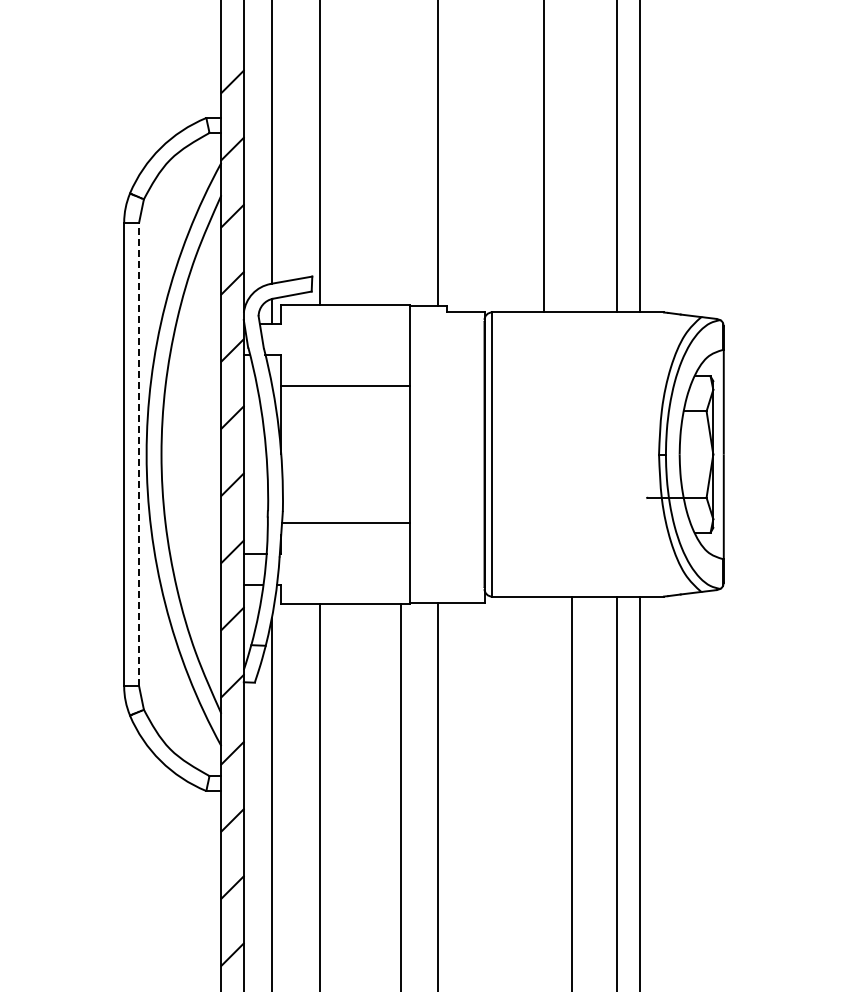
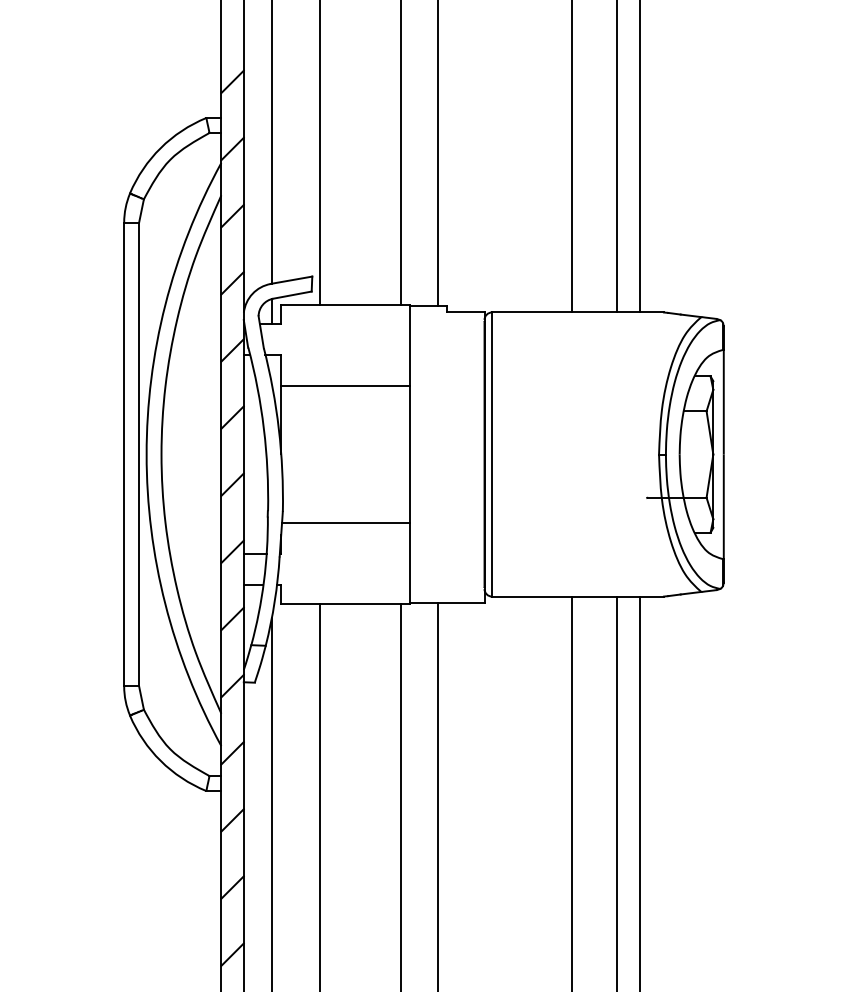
line at (400, 153): none -> present
line at (544, 157) position: (544, 157) -> (572, 157)
line at (139, 454): dashed -> solid
